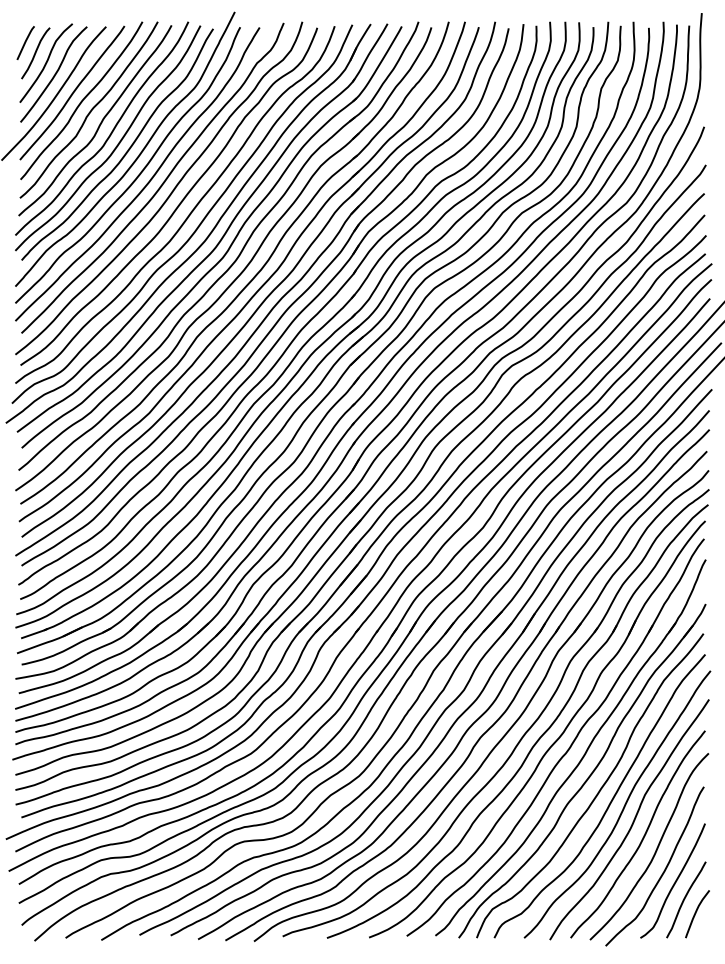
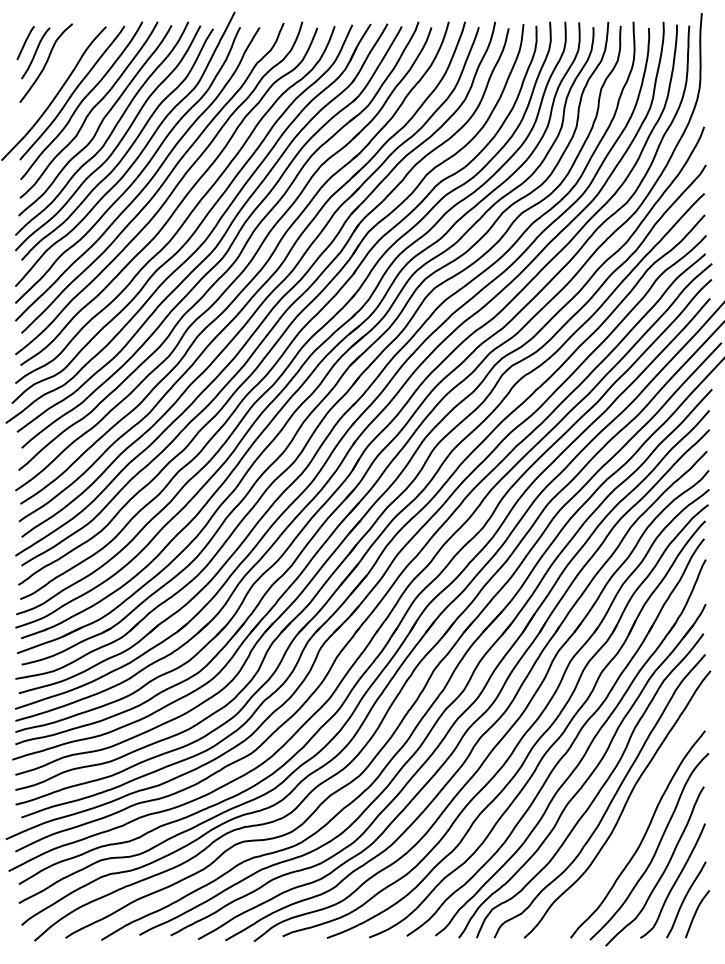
curve at (54, 74): present -> none
curve at (632, 821): present -> none
